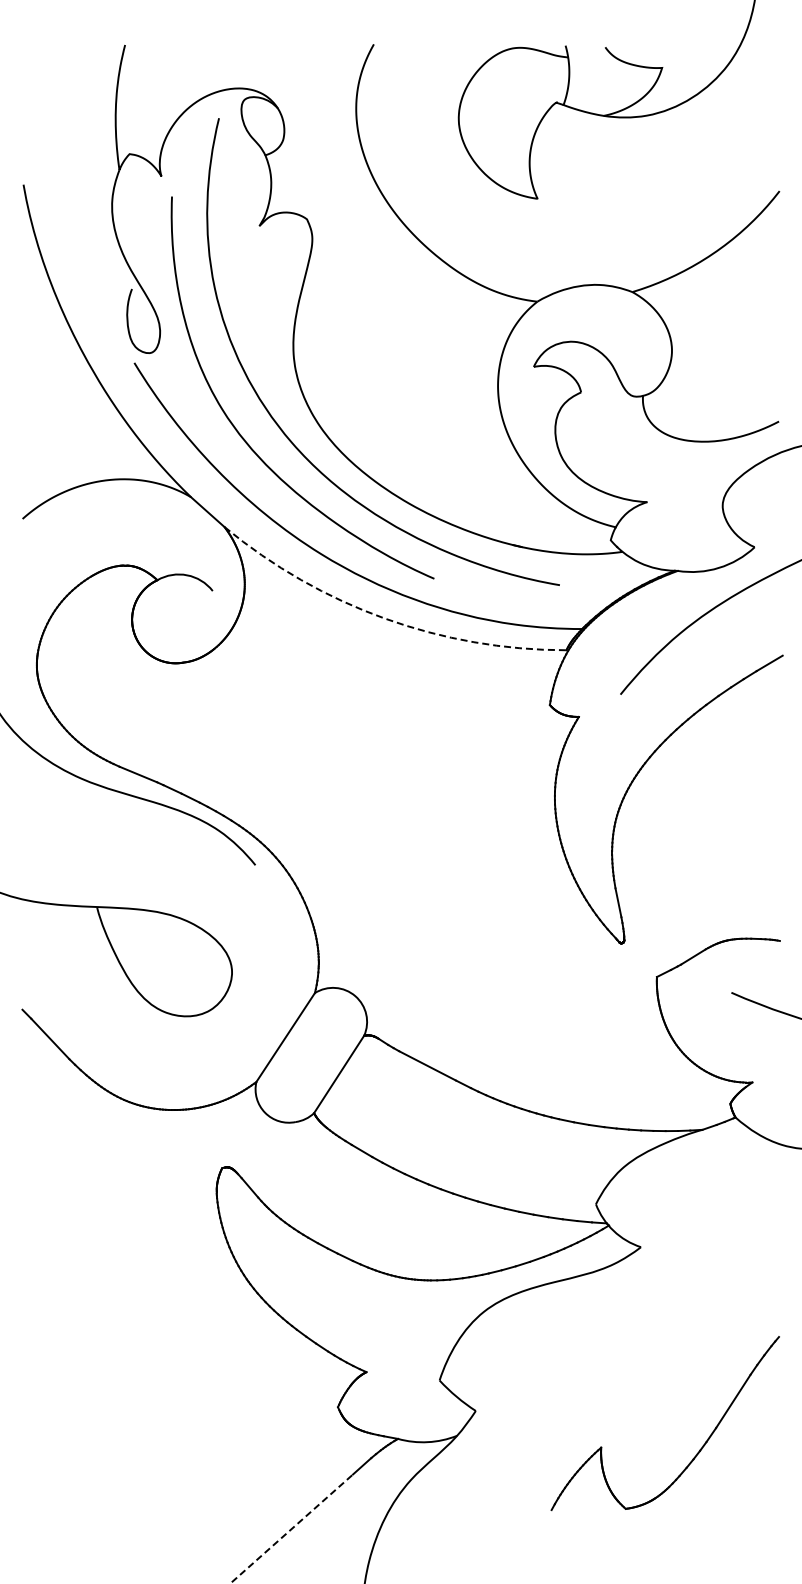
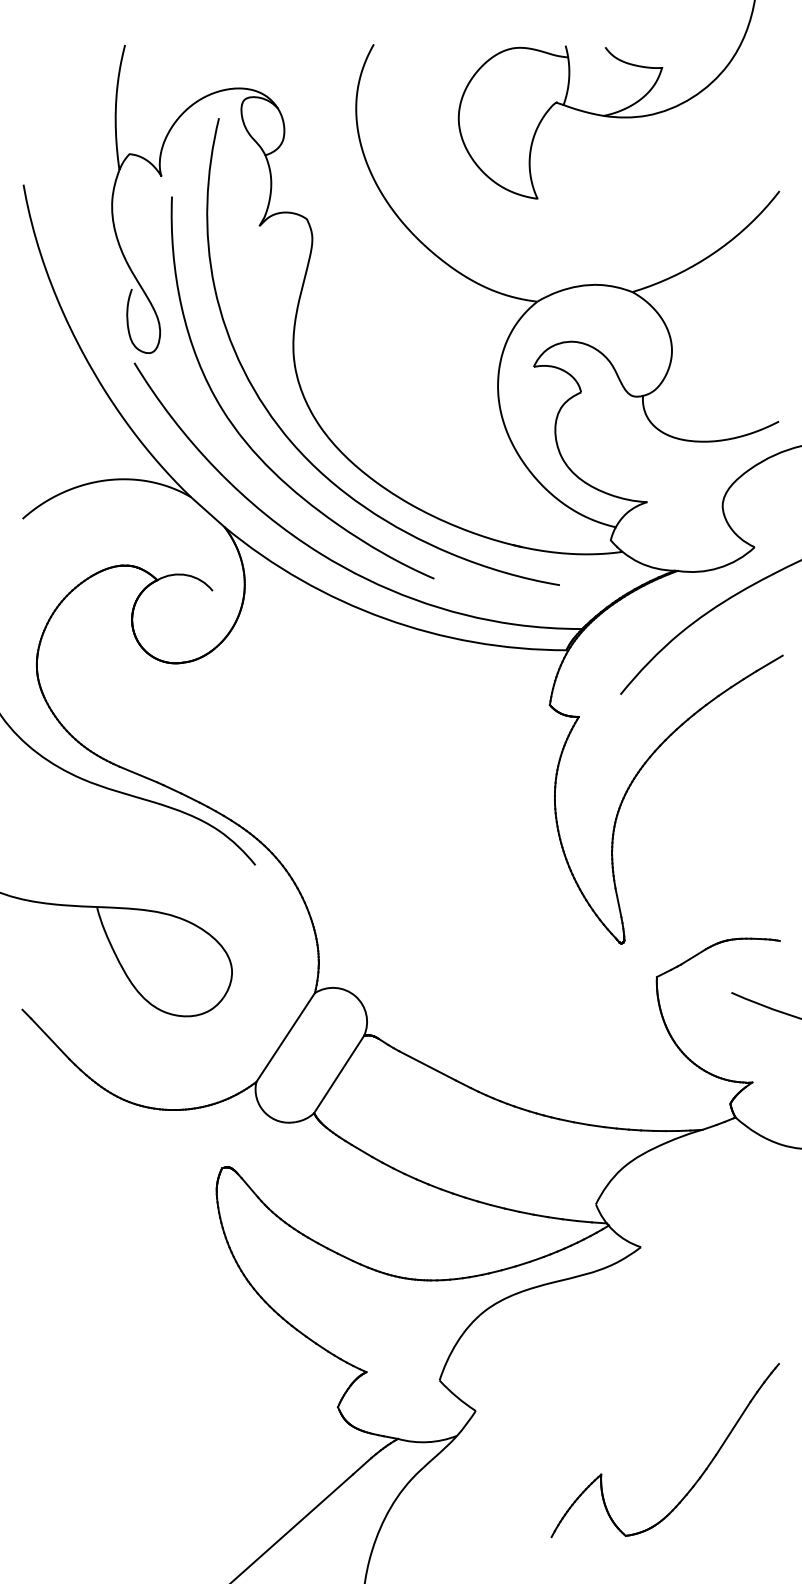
arc at (384, 618): dashed -> solid
part at (699, 1449) position: (699, 1449) -> (699, 1476)
line at (292, 1528): dashed -> solid
